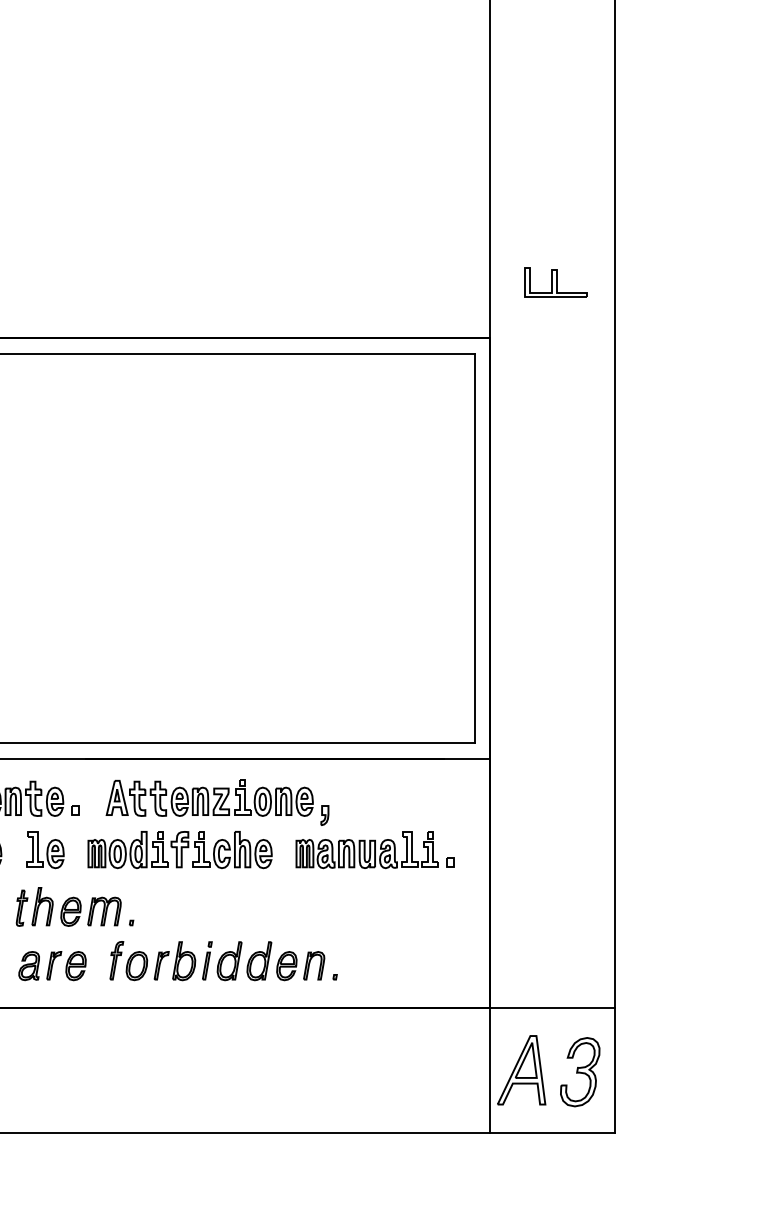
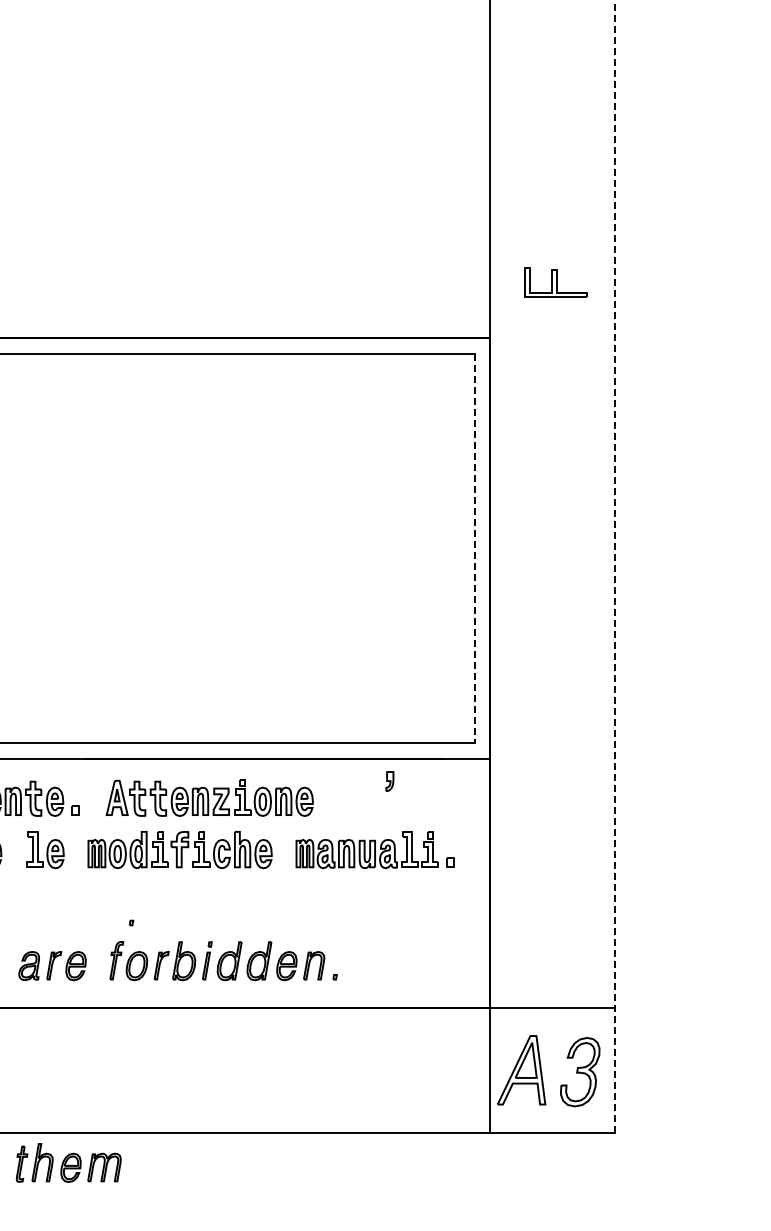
line at (474, 548): solid -> dashed
line at (615, 565): solid -> dashed
part at (324, 815) position: (324, 815) -> (389, 781)
part at (68, 906) position: (68, 906) -> (68, 1162)
